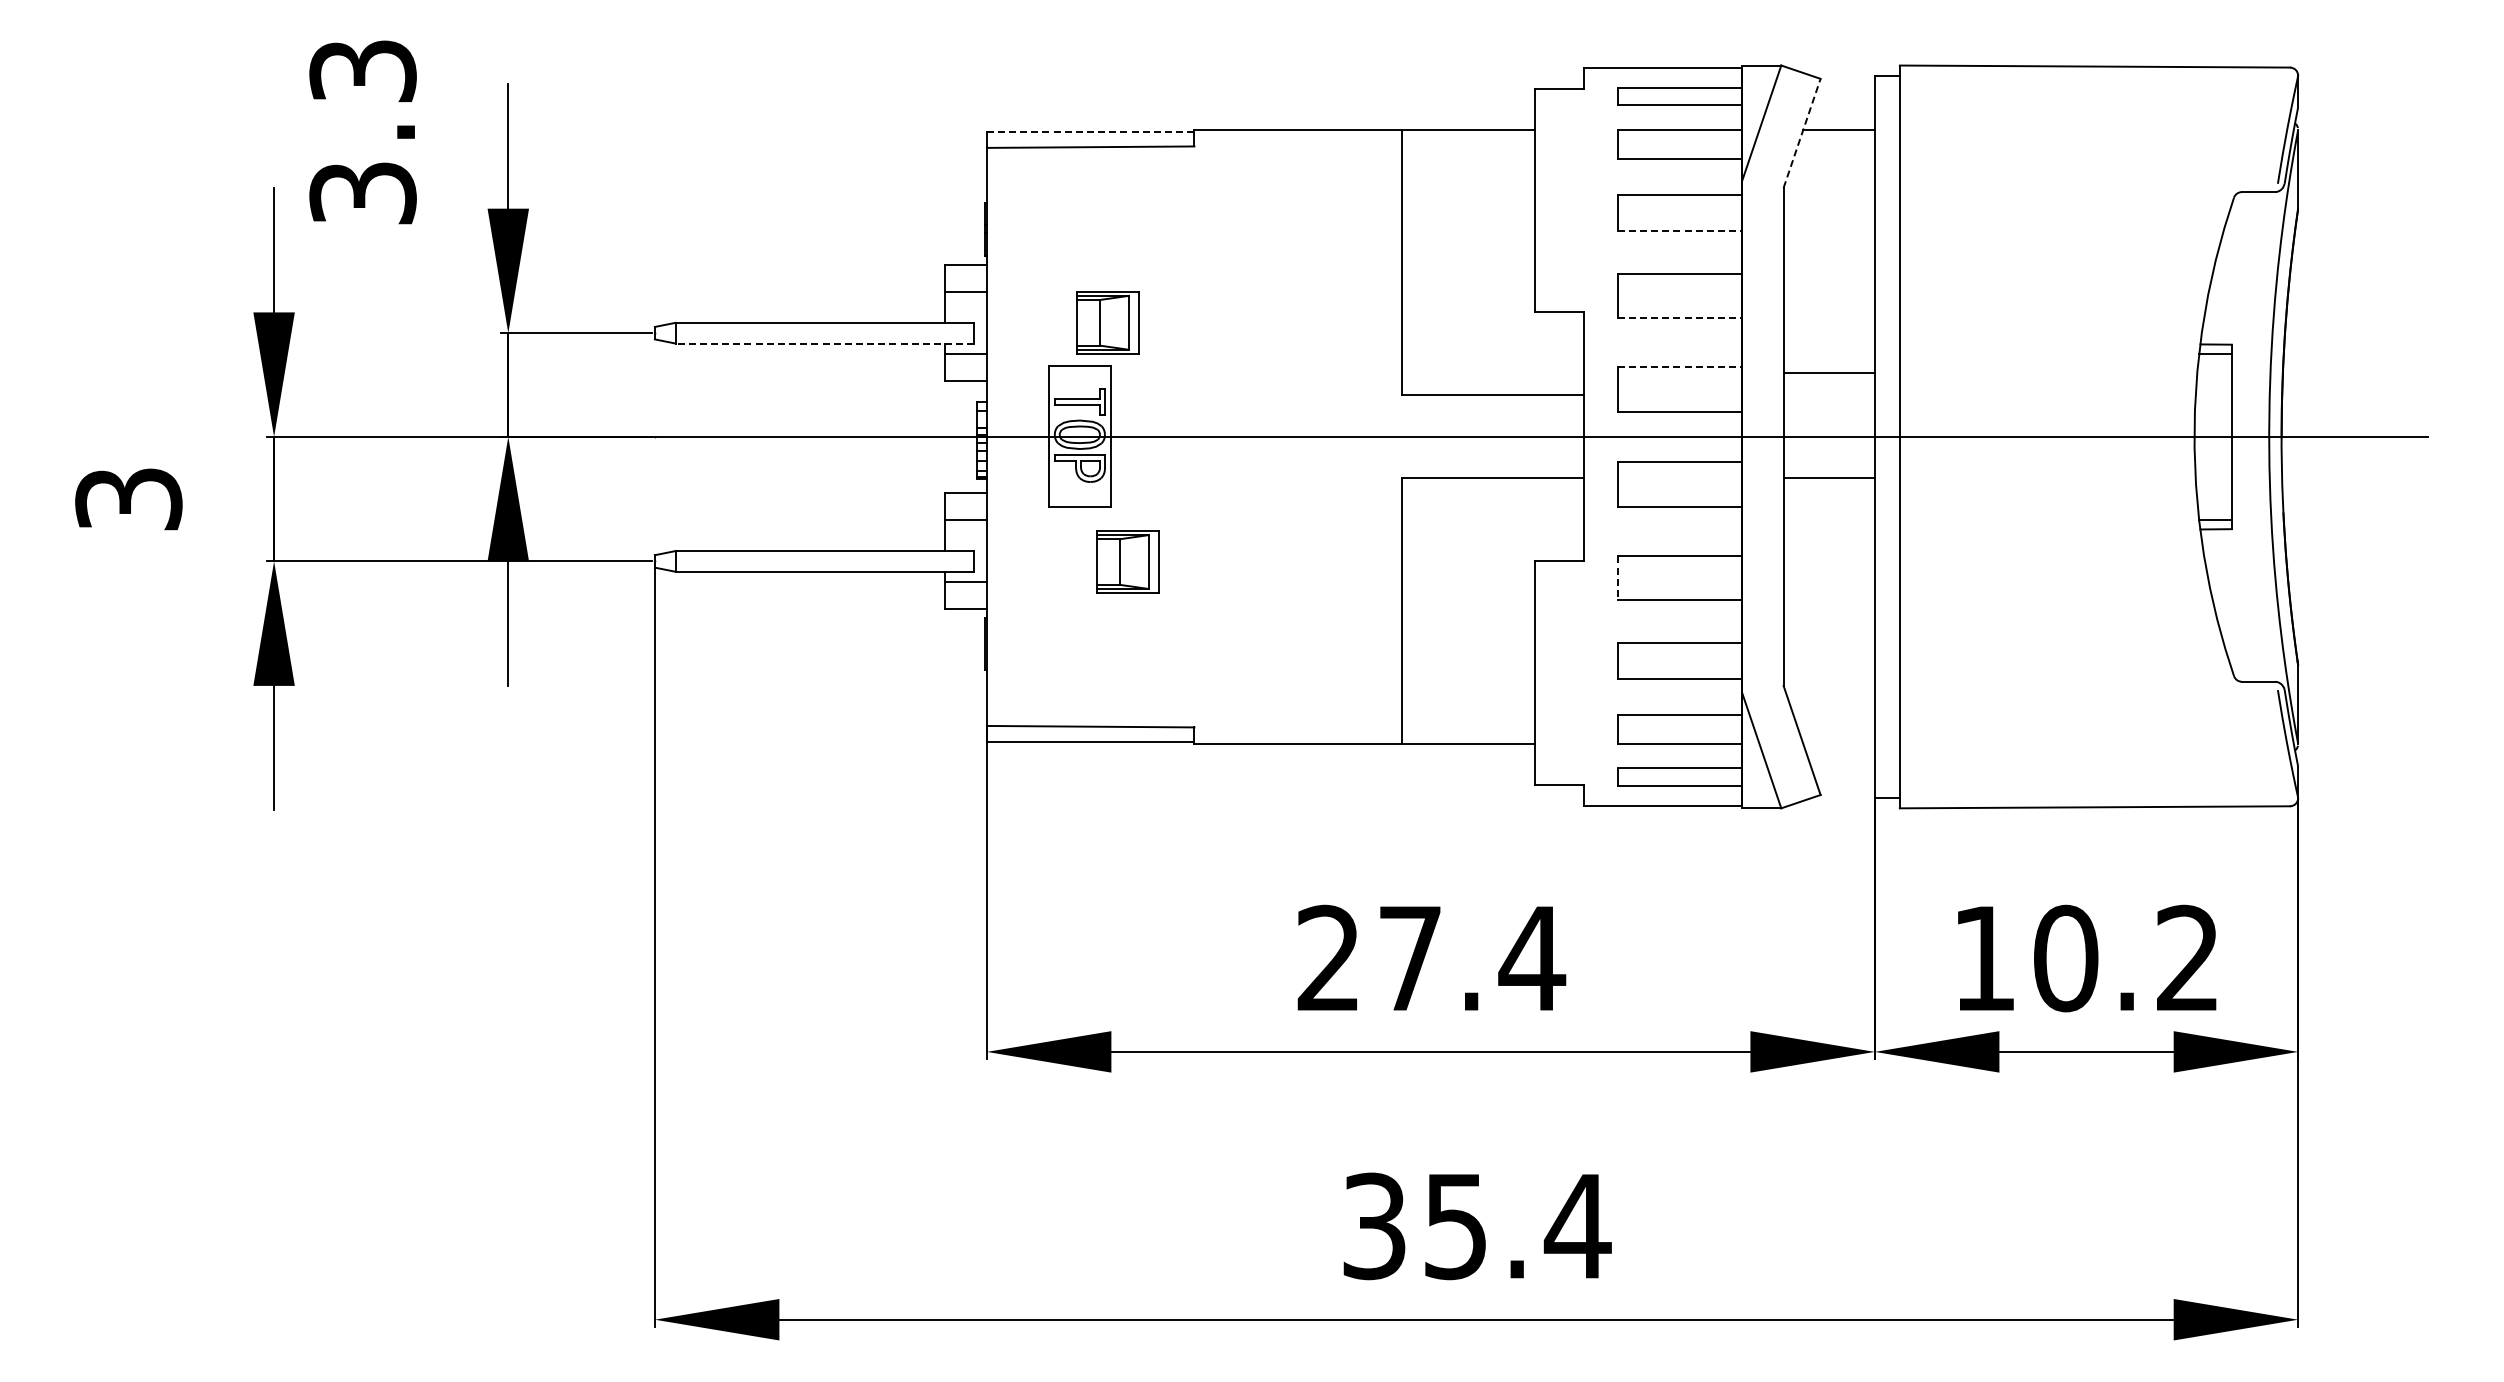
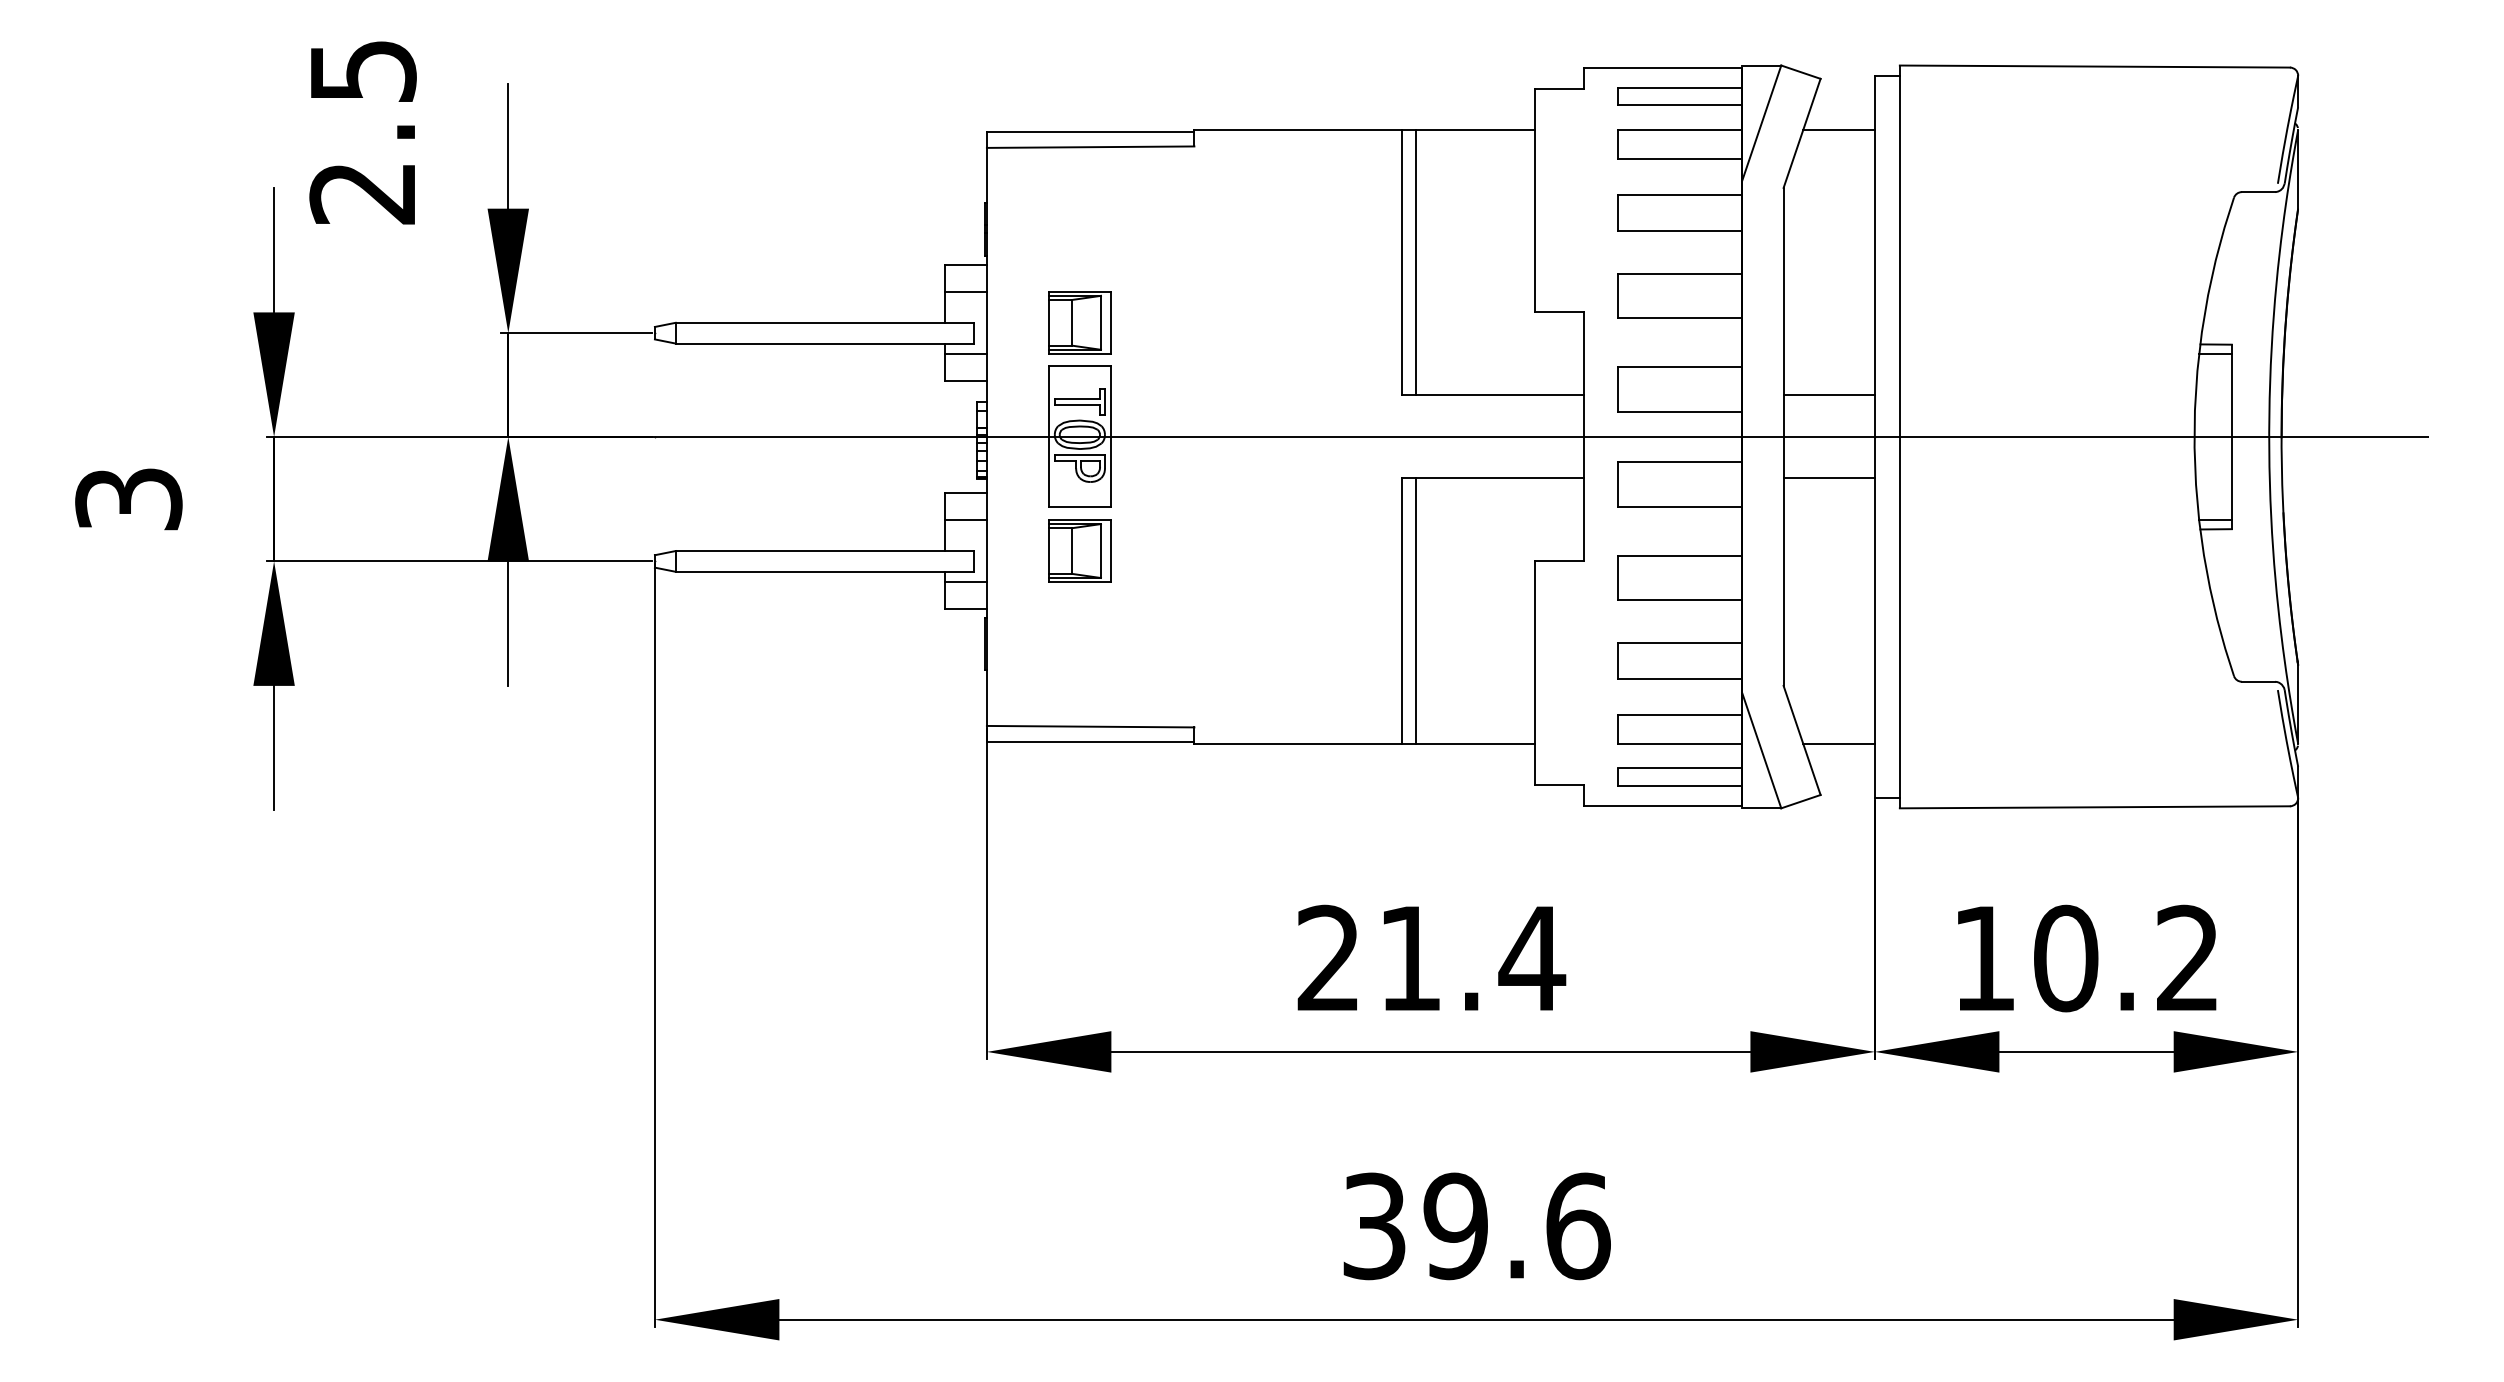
line at (1090, 131): dashed -> solid
text at (362, 132): 3.3 -> 2.5
line at (1802, 133): dashed -> solid
line at (1680, 231): dashed -> solid
line at (1416, 262): none -> present
line at (1680, 317): dashed -> solid
part at (1107, 322) position: (1107, 322) -> (1079, 322)
line at (824, 343): dashed -> solid
line at (1680, 366): dashed -> solid
line at (1828, 373) position: (1828, 373) -> (1828, 395)
part at (1127, 561) position: (1127, 561) -> (1079, 550)
line at (1617, 577): dashed -> solid
line at (1416, 611): none -> present
line at (1838, 744): none -> present
text at (1410, 958): 27.4 -> 21.4
text at (1517, 1226): 35.4 -> 39.6
